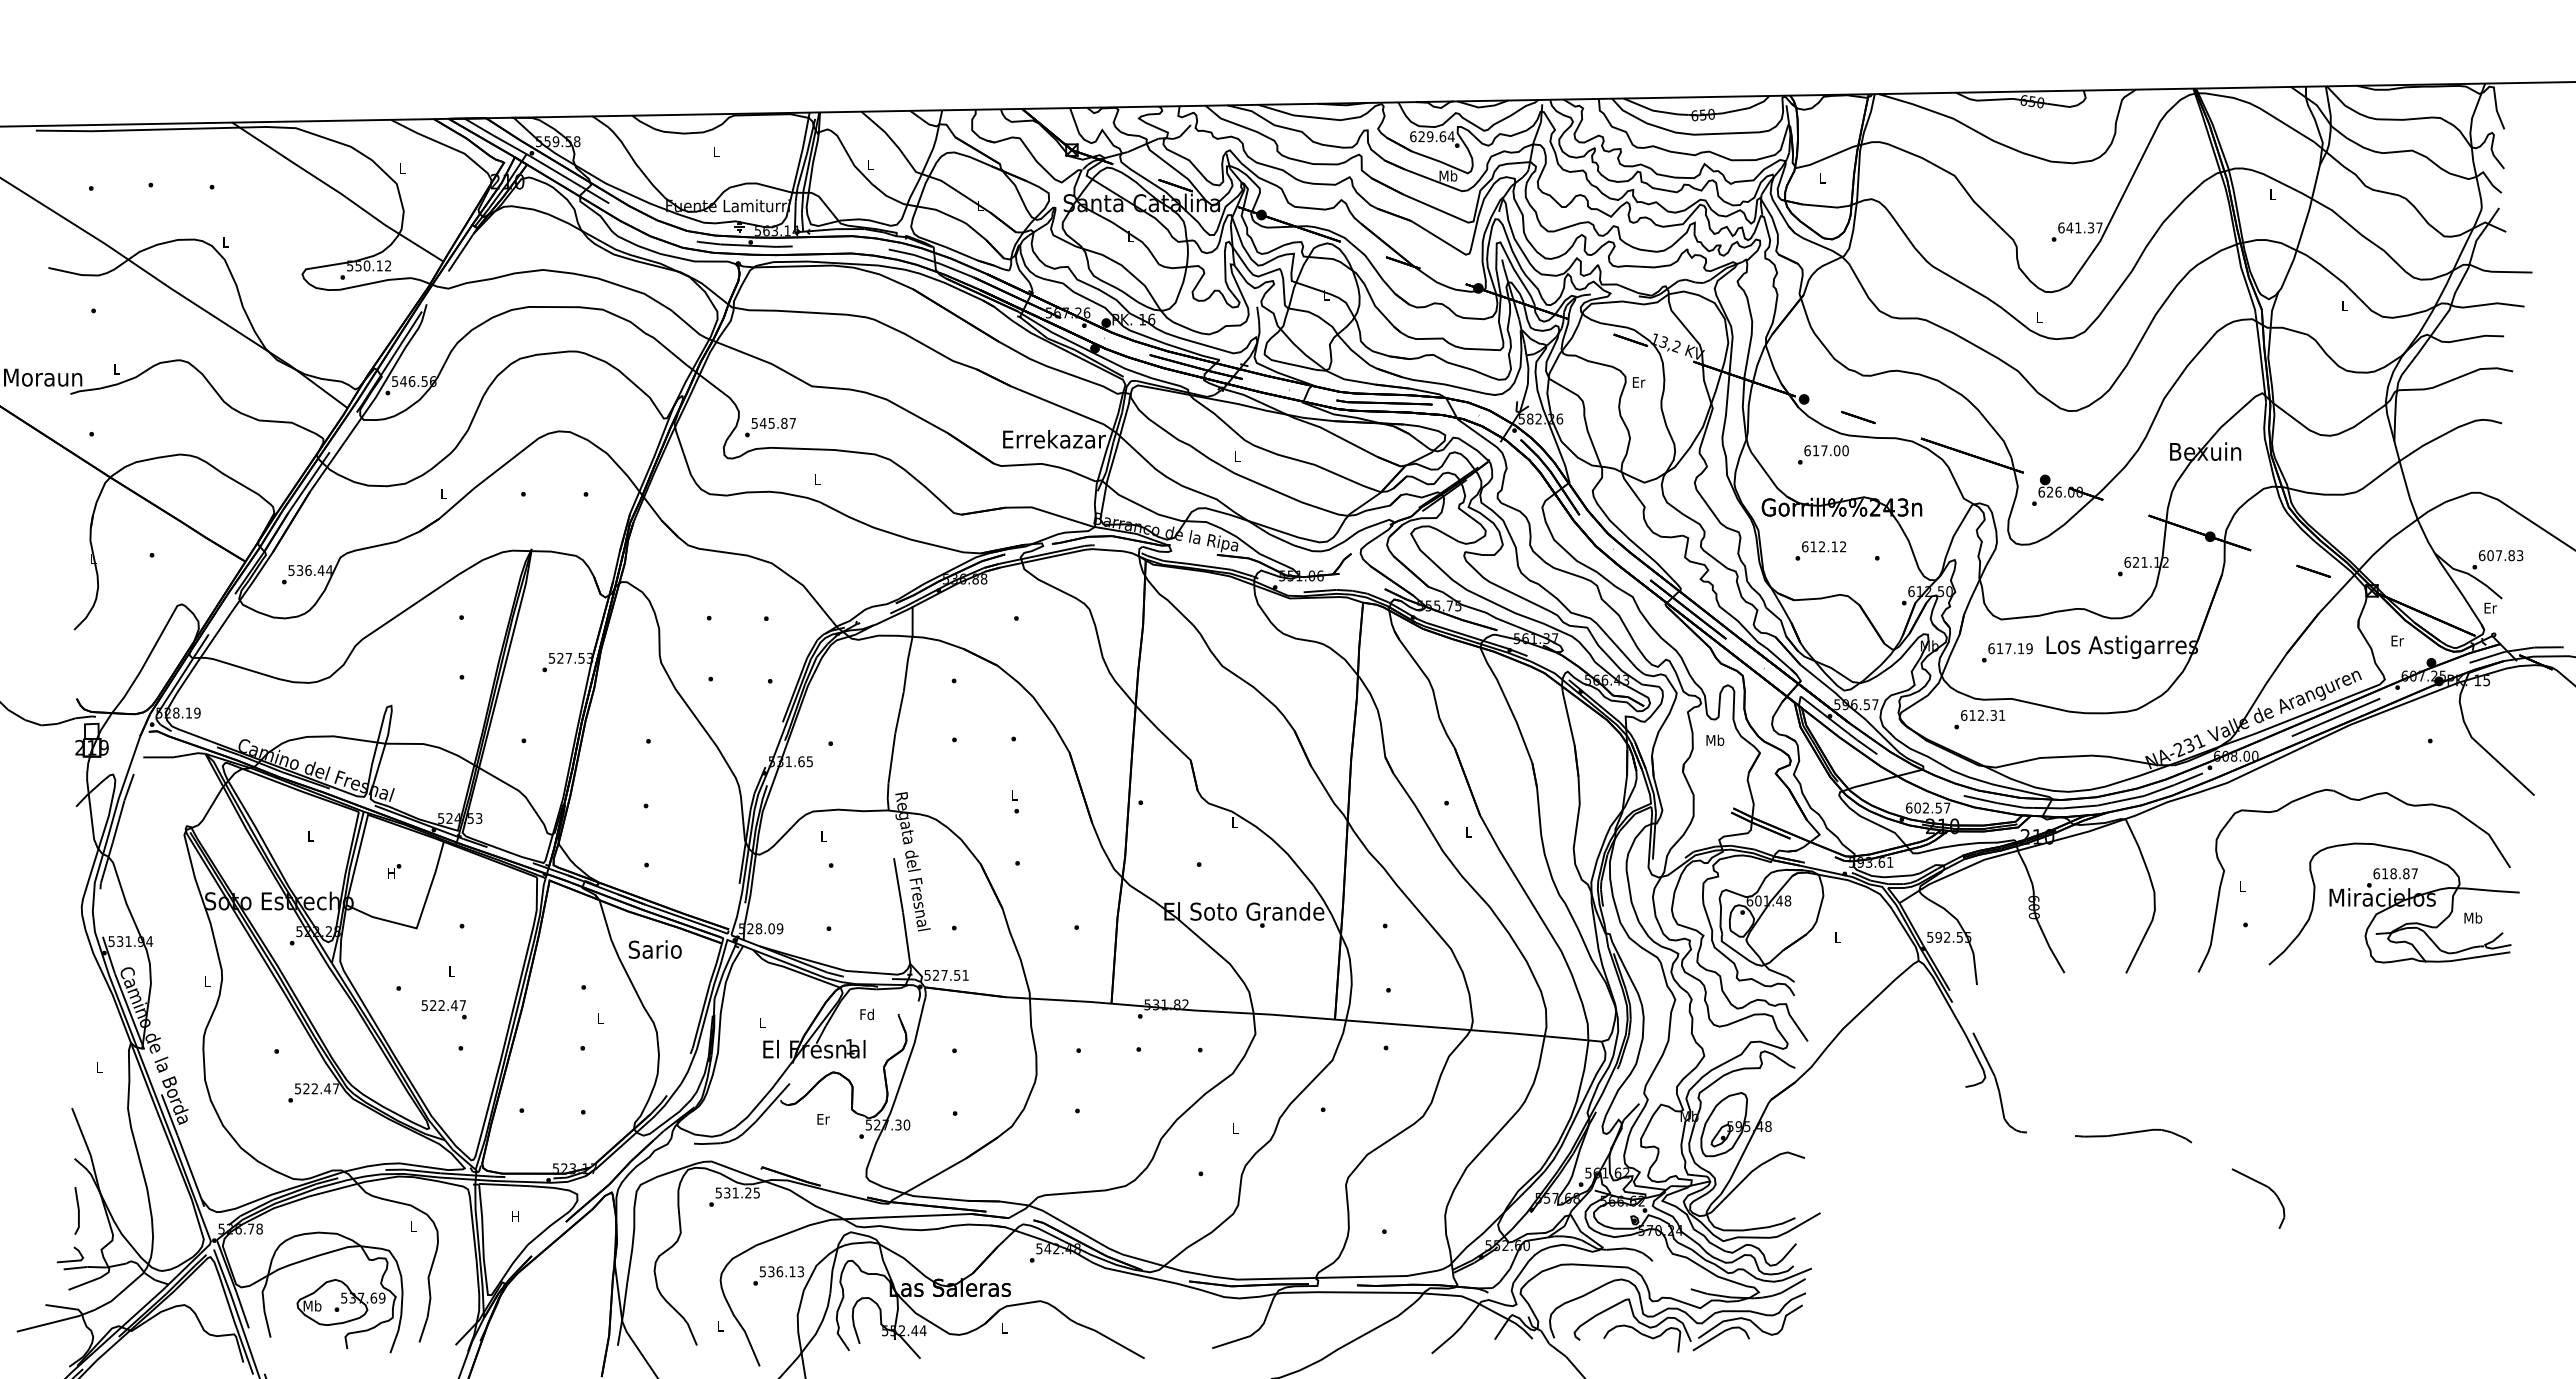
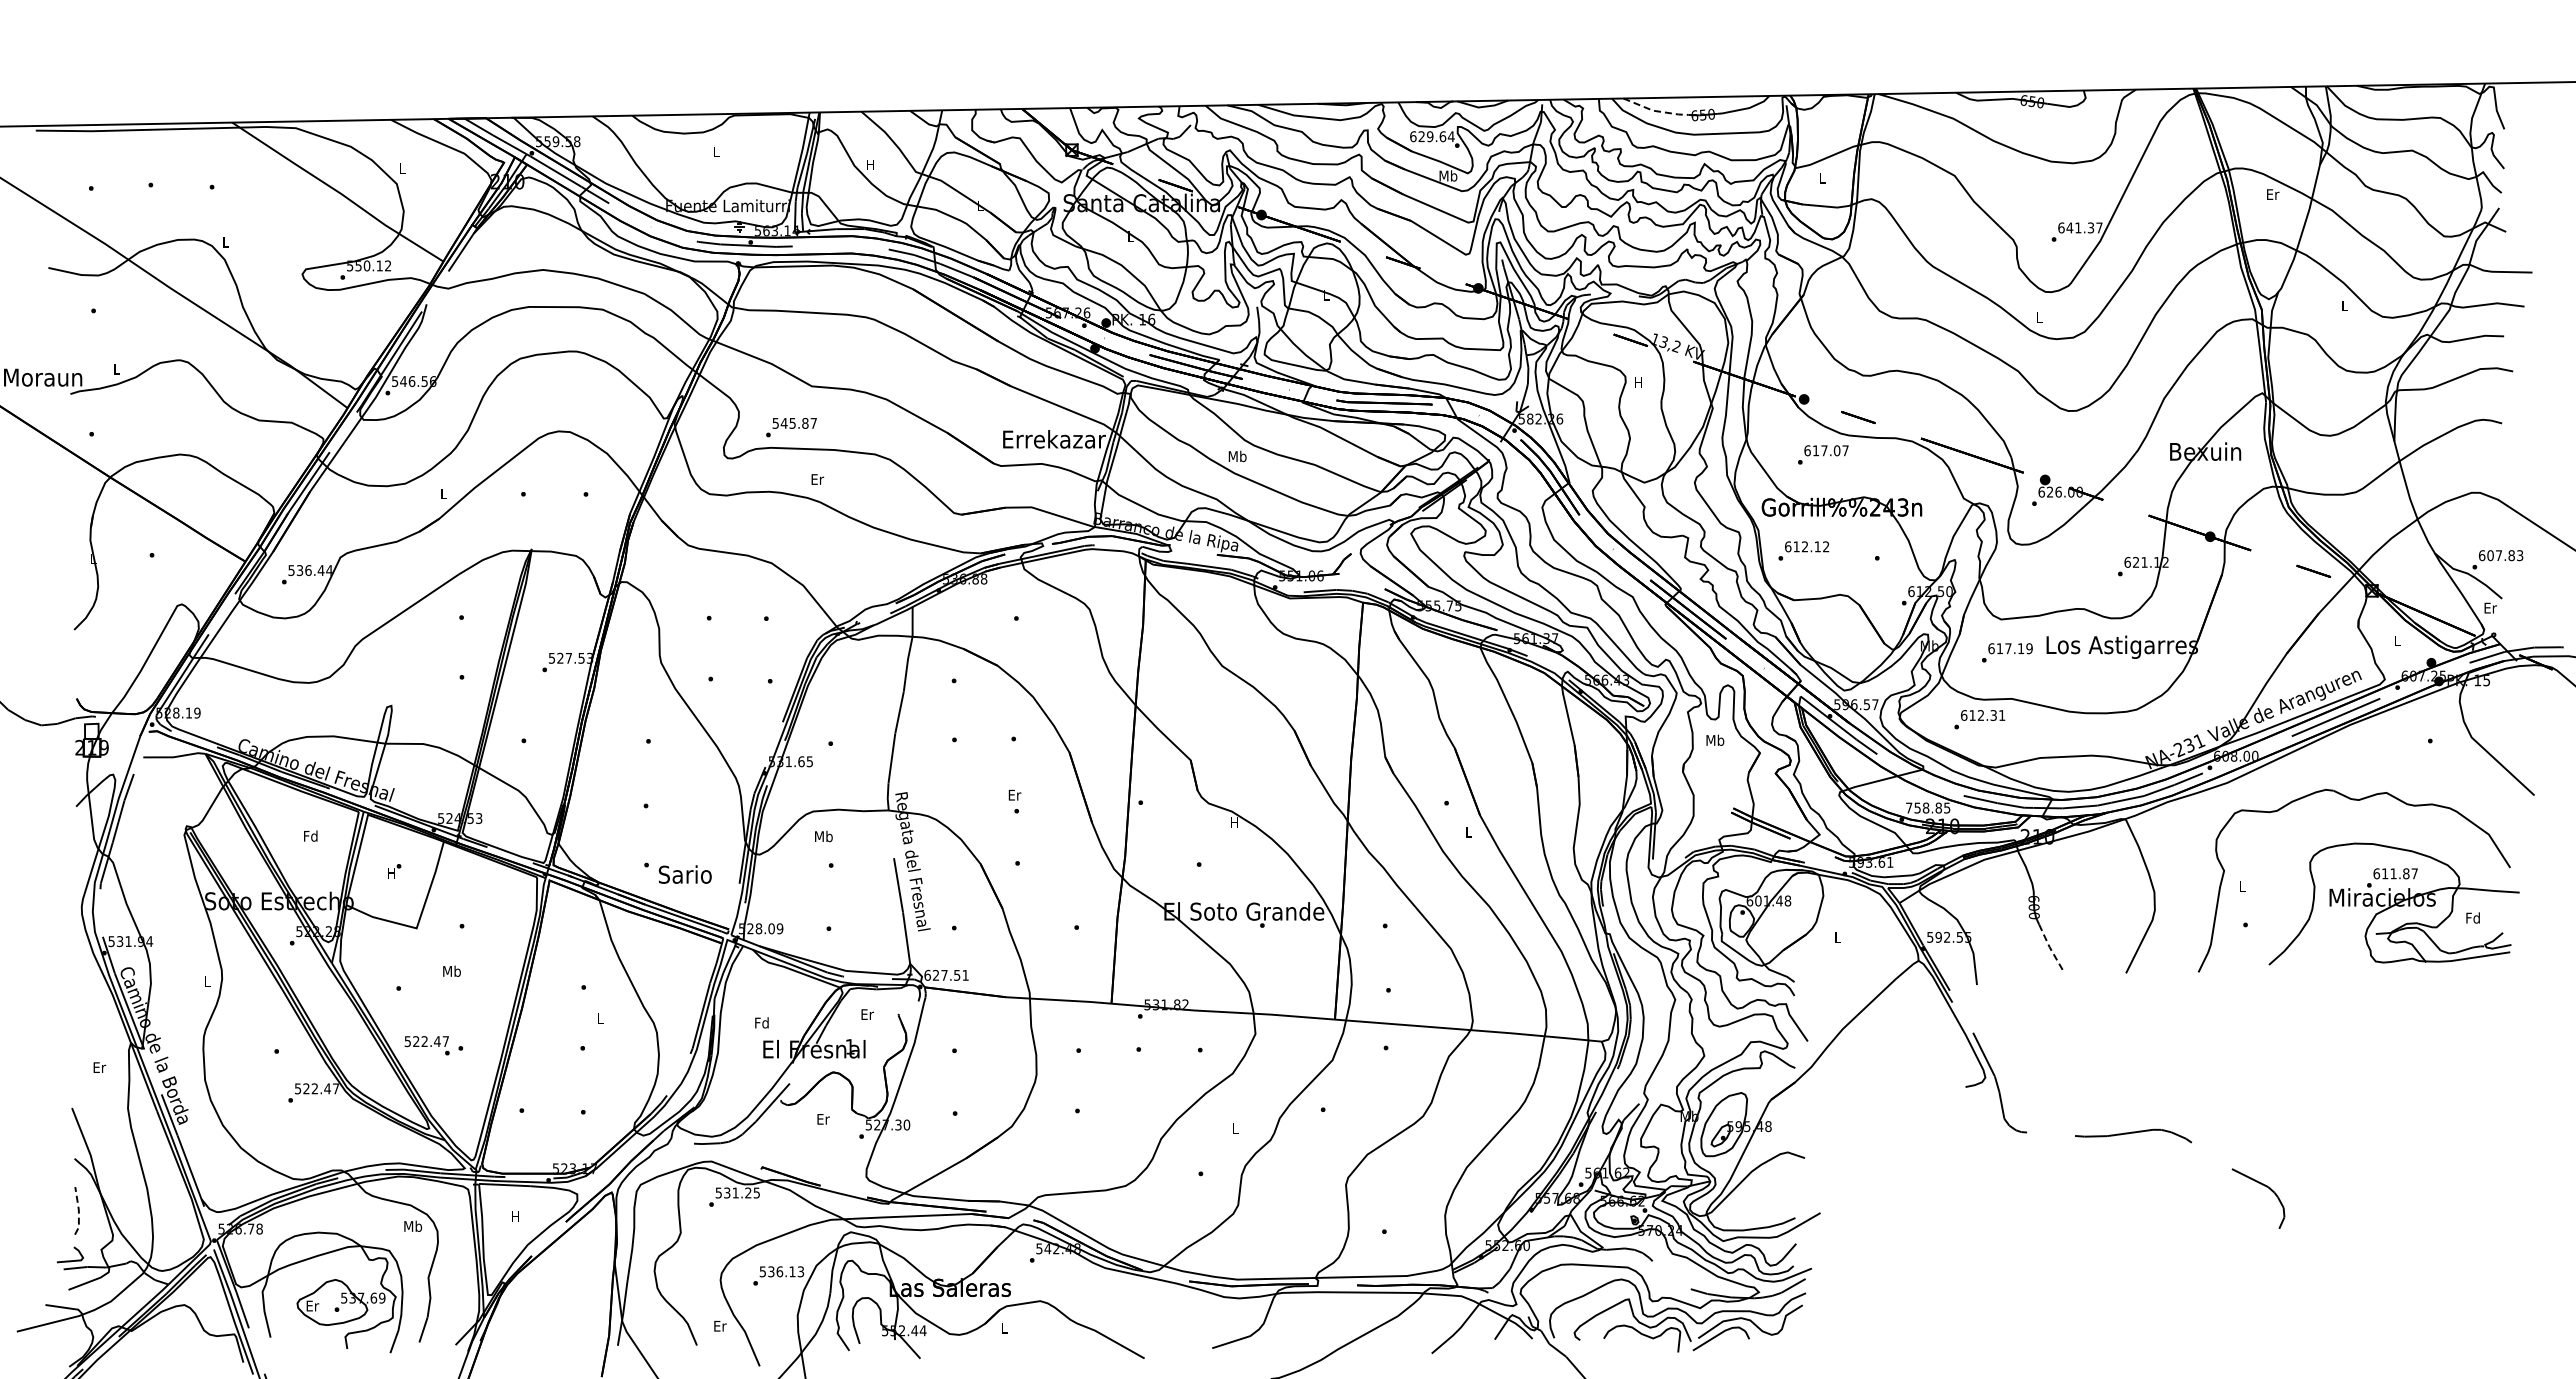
line at (1655, 111): solid -> dashed
text at (870, 164): L -> H
text at (2273, 194): L -> Er
text at (1638, 382): Er -> H
text at (770, 427) position: (770, 427) -> (791, 427)
text at (1845, 450): 617.00 -> 617.07
text at (1237, 456): L -> Mb
text at (817, 479): L -> Er
text at (1820, 550) position: (1820, 550) -> (1803, 550)
text at (2397, 640): Er -> L
text at (1014, 794): L -> Er
text at (1928, 807): 602.57 -> 758.85
text at (1234, 822): L -> H
text at (310, 835): L -> Fd
text at (823, 836): L -> Mb
text at (2393, 873): 618.87 -> 611.87
text at (2473, 917): Mb -> Fd
line at (2050, 948): solid -> dashed
text at (654, 949) position: (654, 949) -> (684, 874)
text at (451, 970): L -> Mb
text at (927, 974): 527.51 -> 627.51
text at (443, 1009) position: (443, 1009) -> (426, 1045)
text at (866, 1014): Fd -> Er
text at (761, 1022): L -> Fd
text at (99, 1067): L -> Er
line at (78, 1210): solid -> dashed
text at (413, 1225): L -> Mb
text at (312, 1305): Mb -> Er
text at (720, 1325): L -> Er
